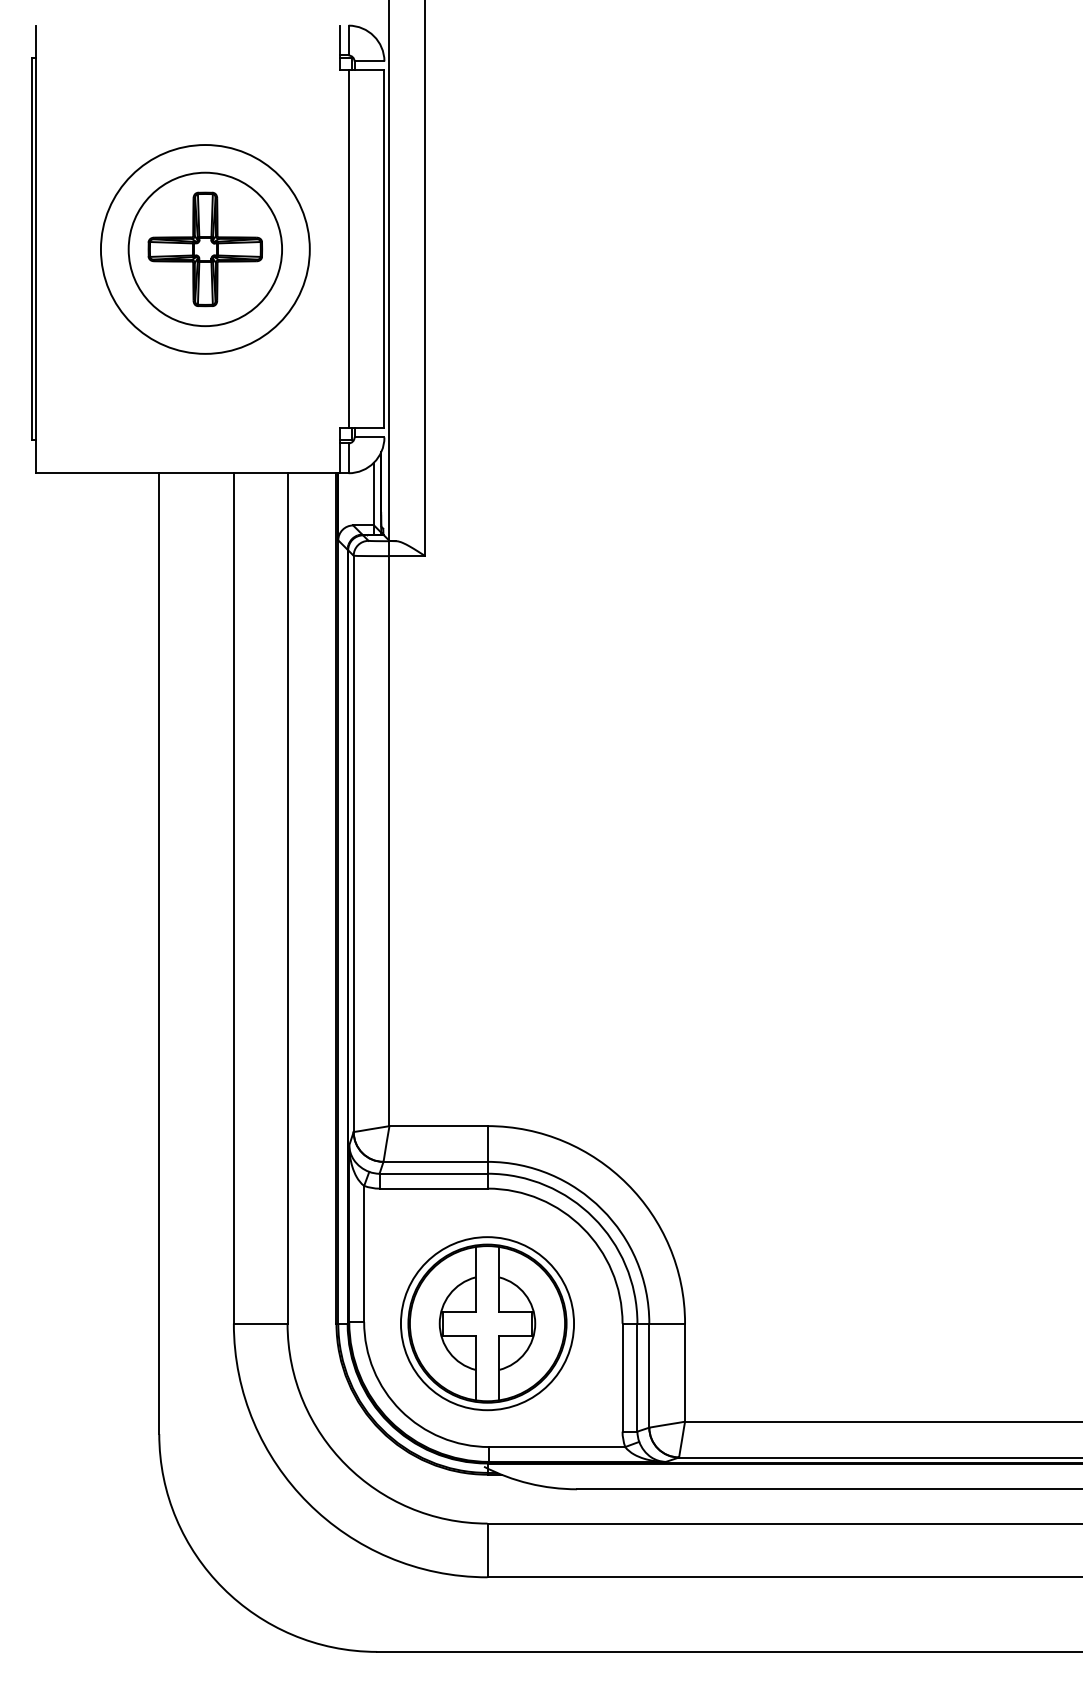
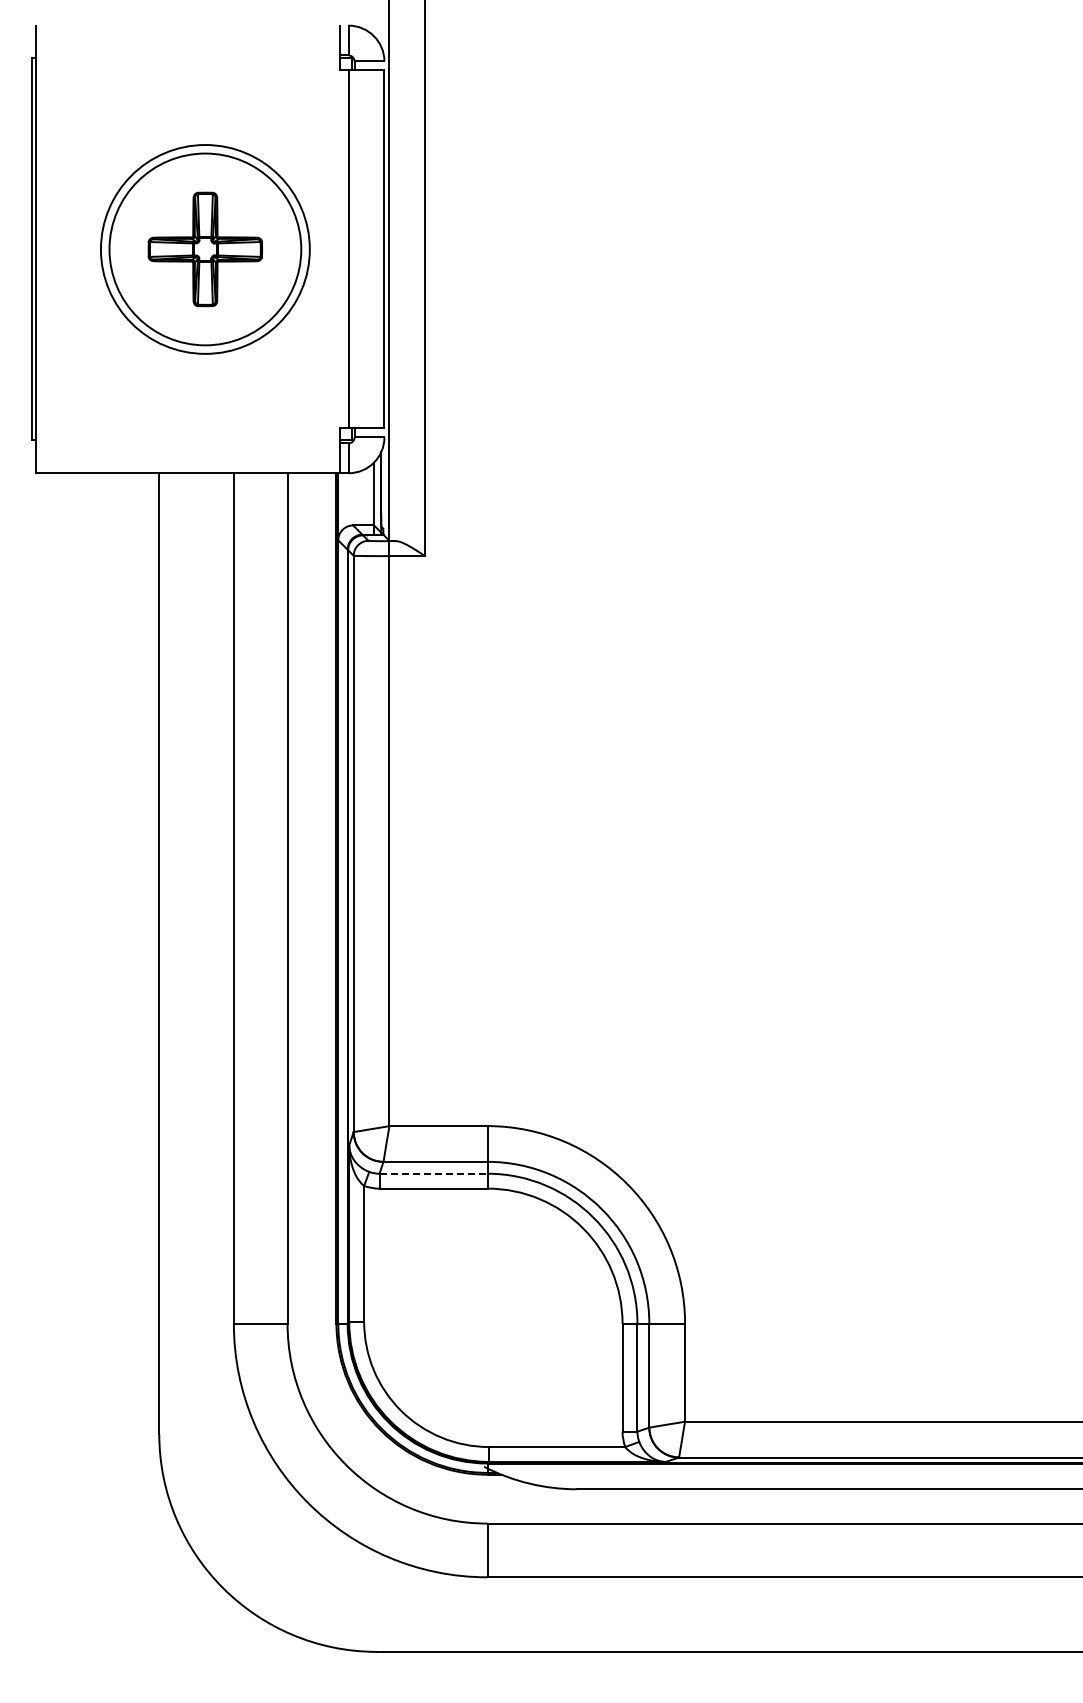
circle at (205, 249) diameter: 153 px -> 192 px
line at (433, 1173): solid -> dashed
part at (487, 1323): present -> none
